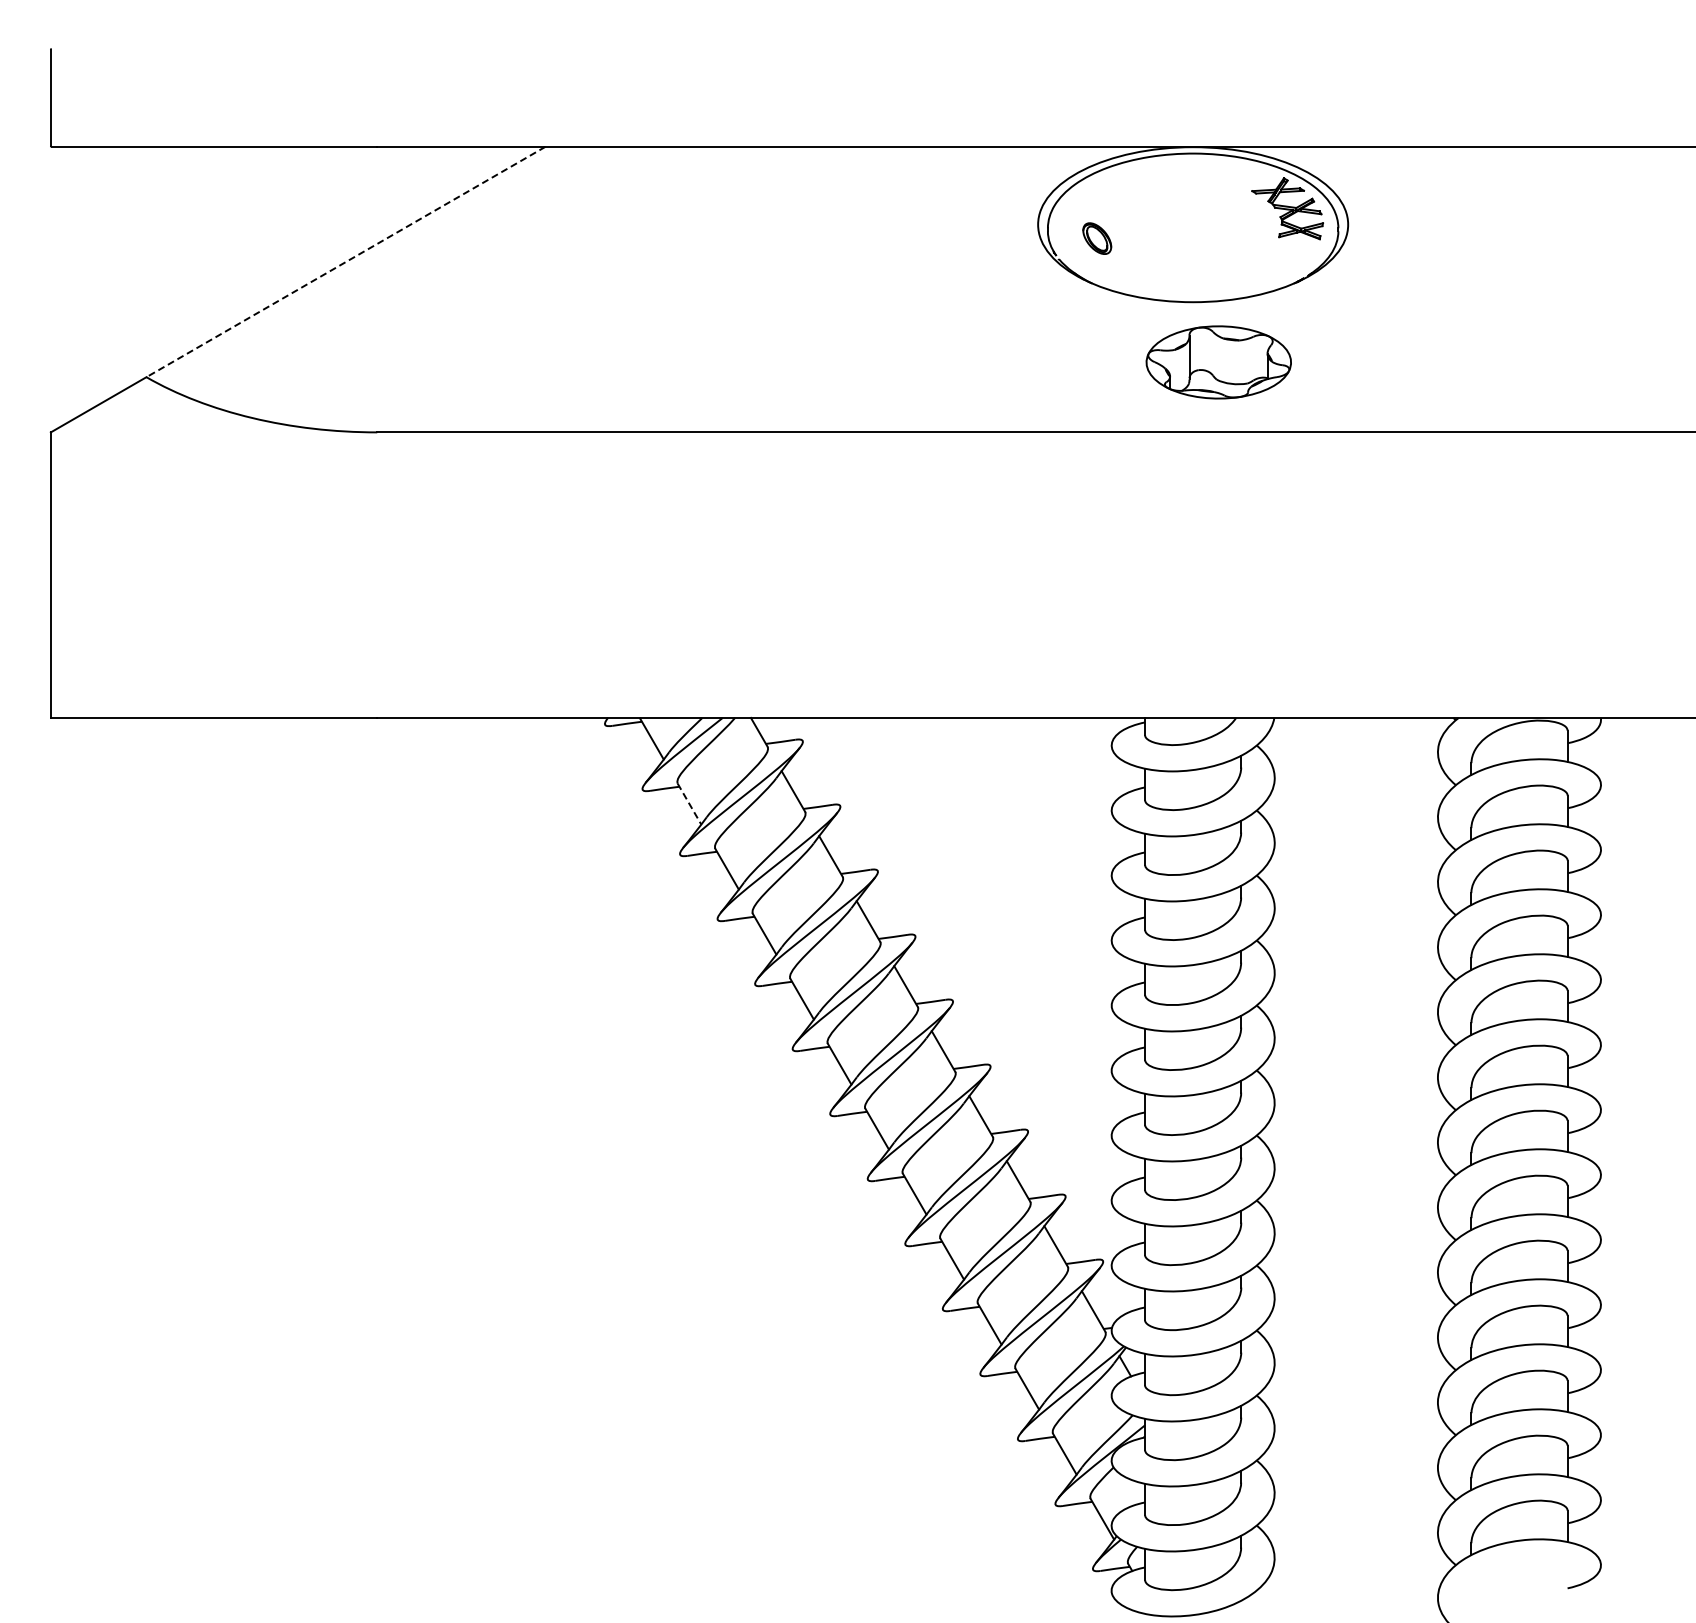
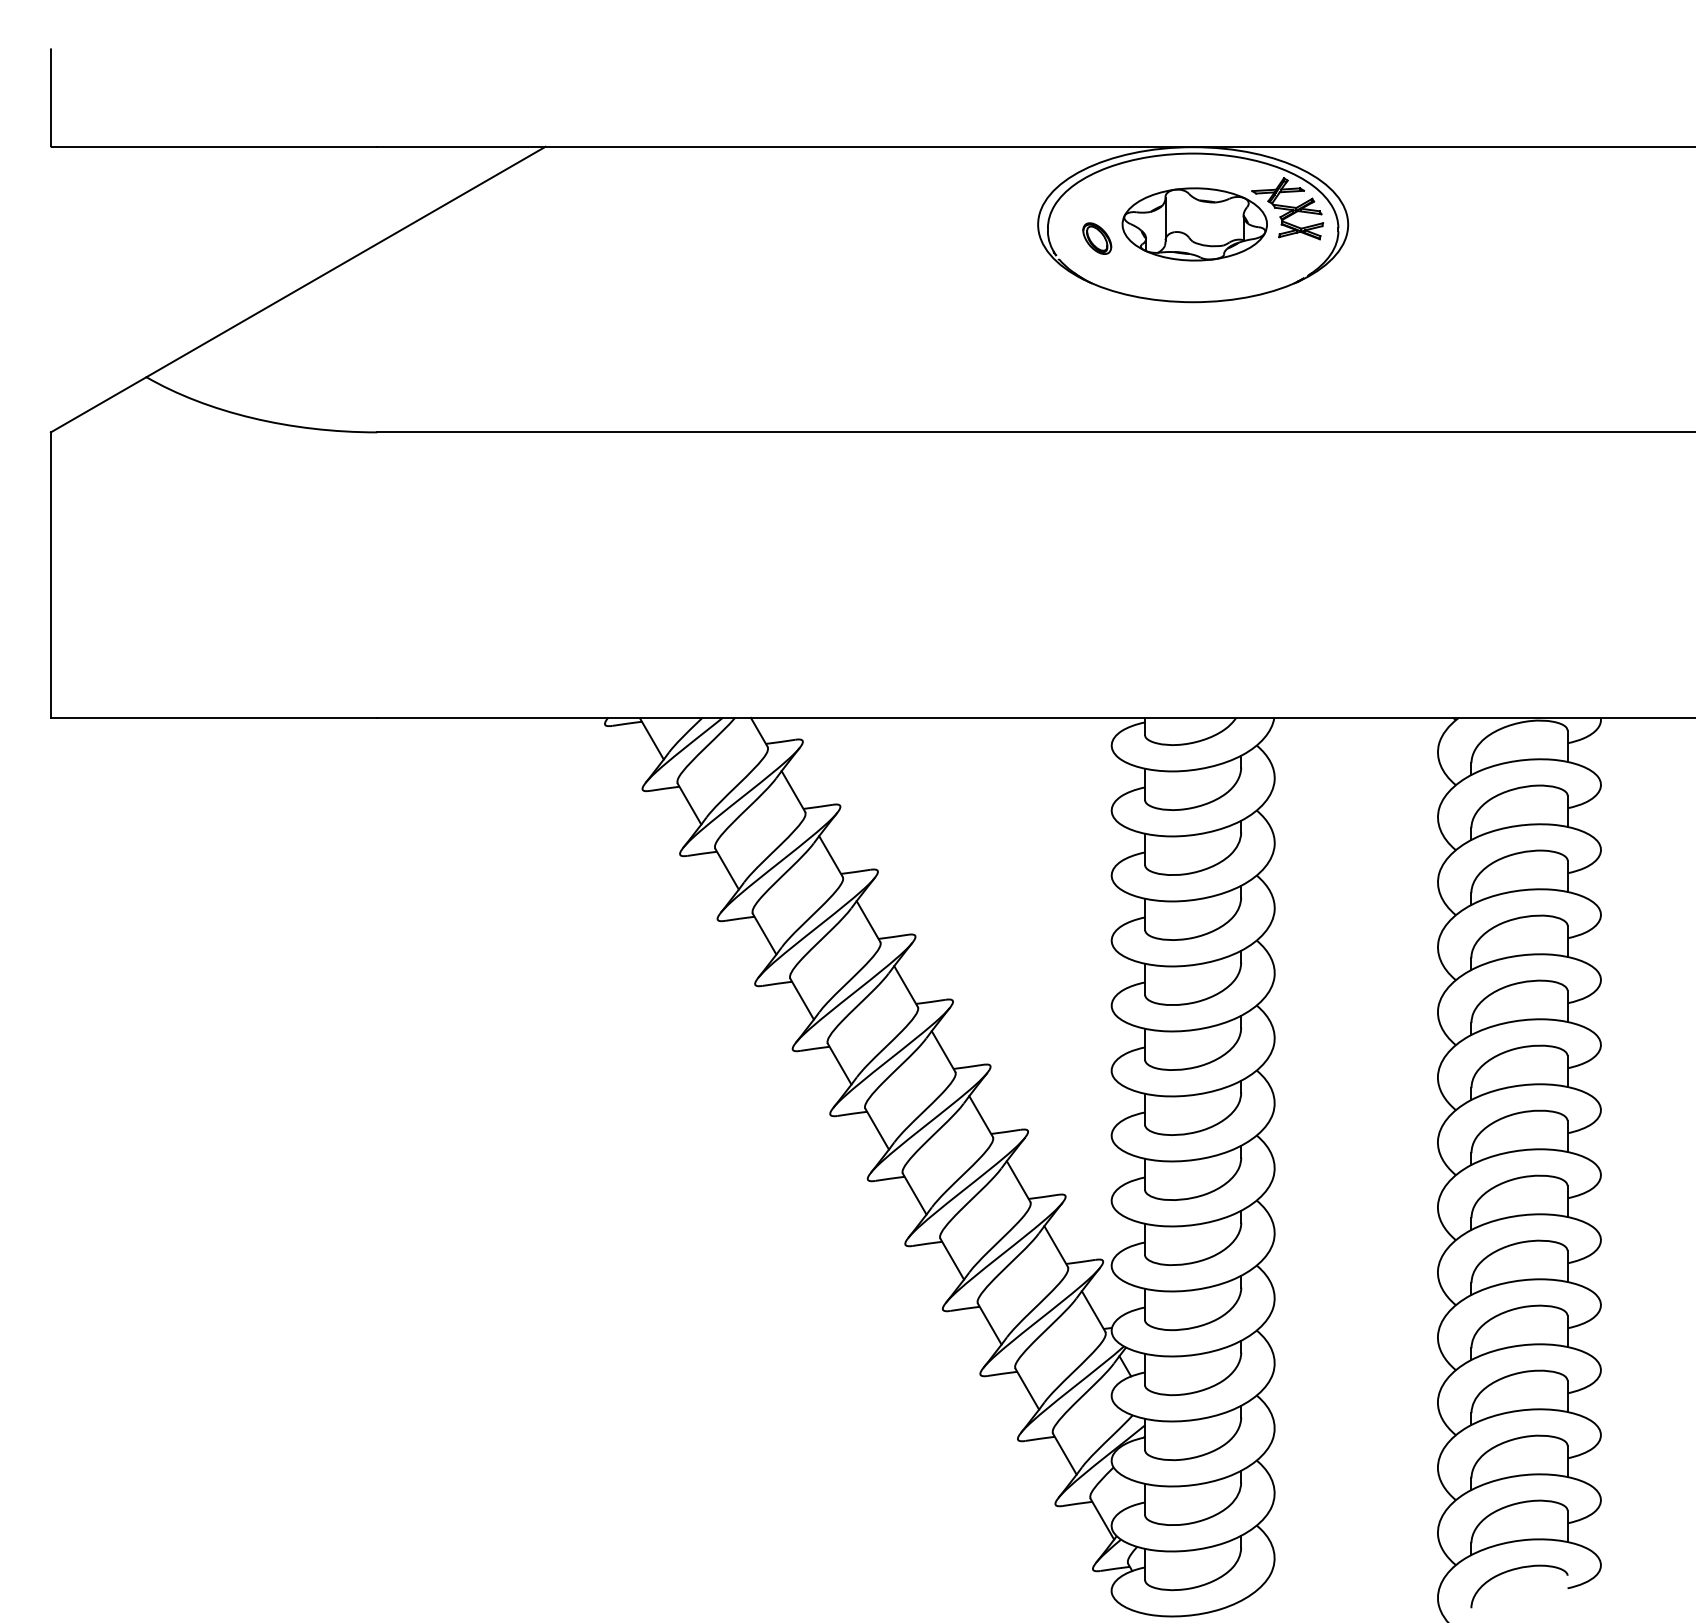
line at (345, 262): dashed -> solid
part at (1218, 362) position: (1218, 362) -> (1194, 224)
line at (689, 804): dashed -> solid
curve at (1514, 1570): none -> present
